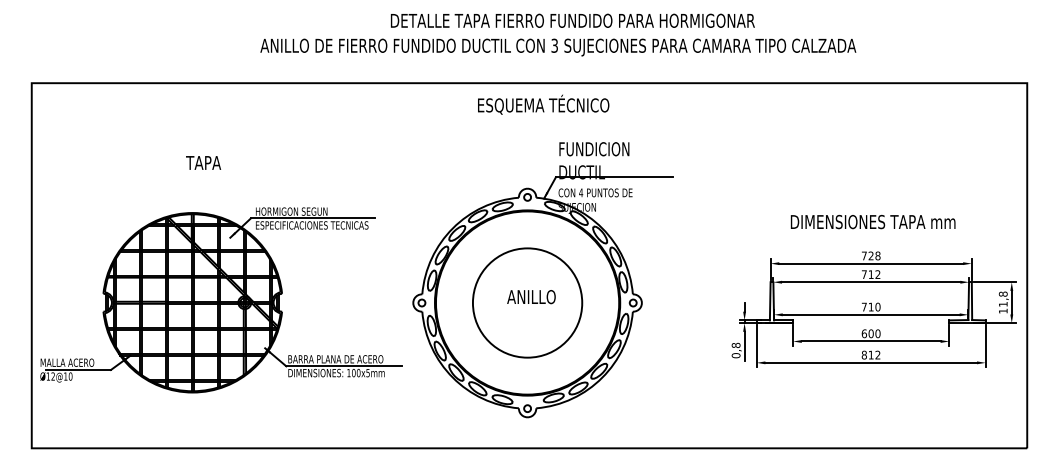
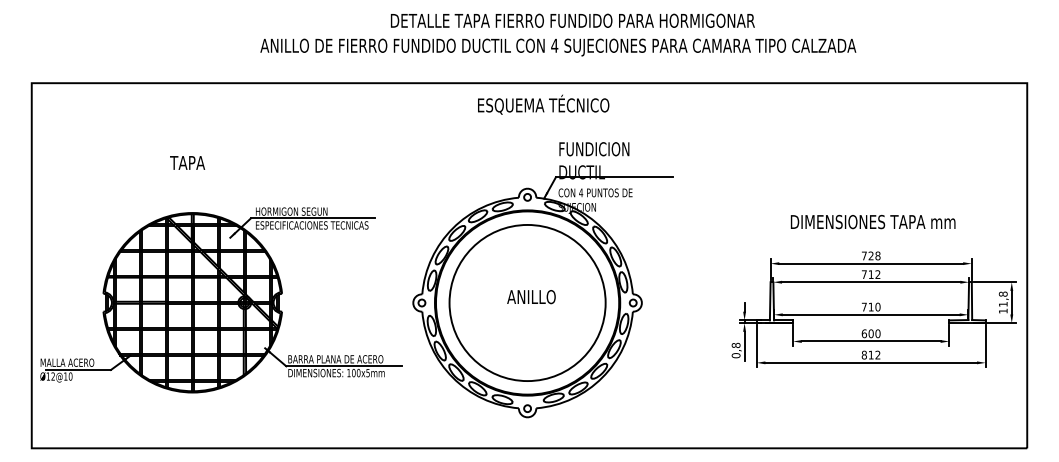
text at (554, 45): 3 -> 4
text at (203, 162) position: (203, 162) -> (187, 162)
circle at (527, 302) diameter: 109 px -> 156 px
